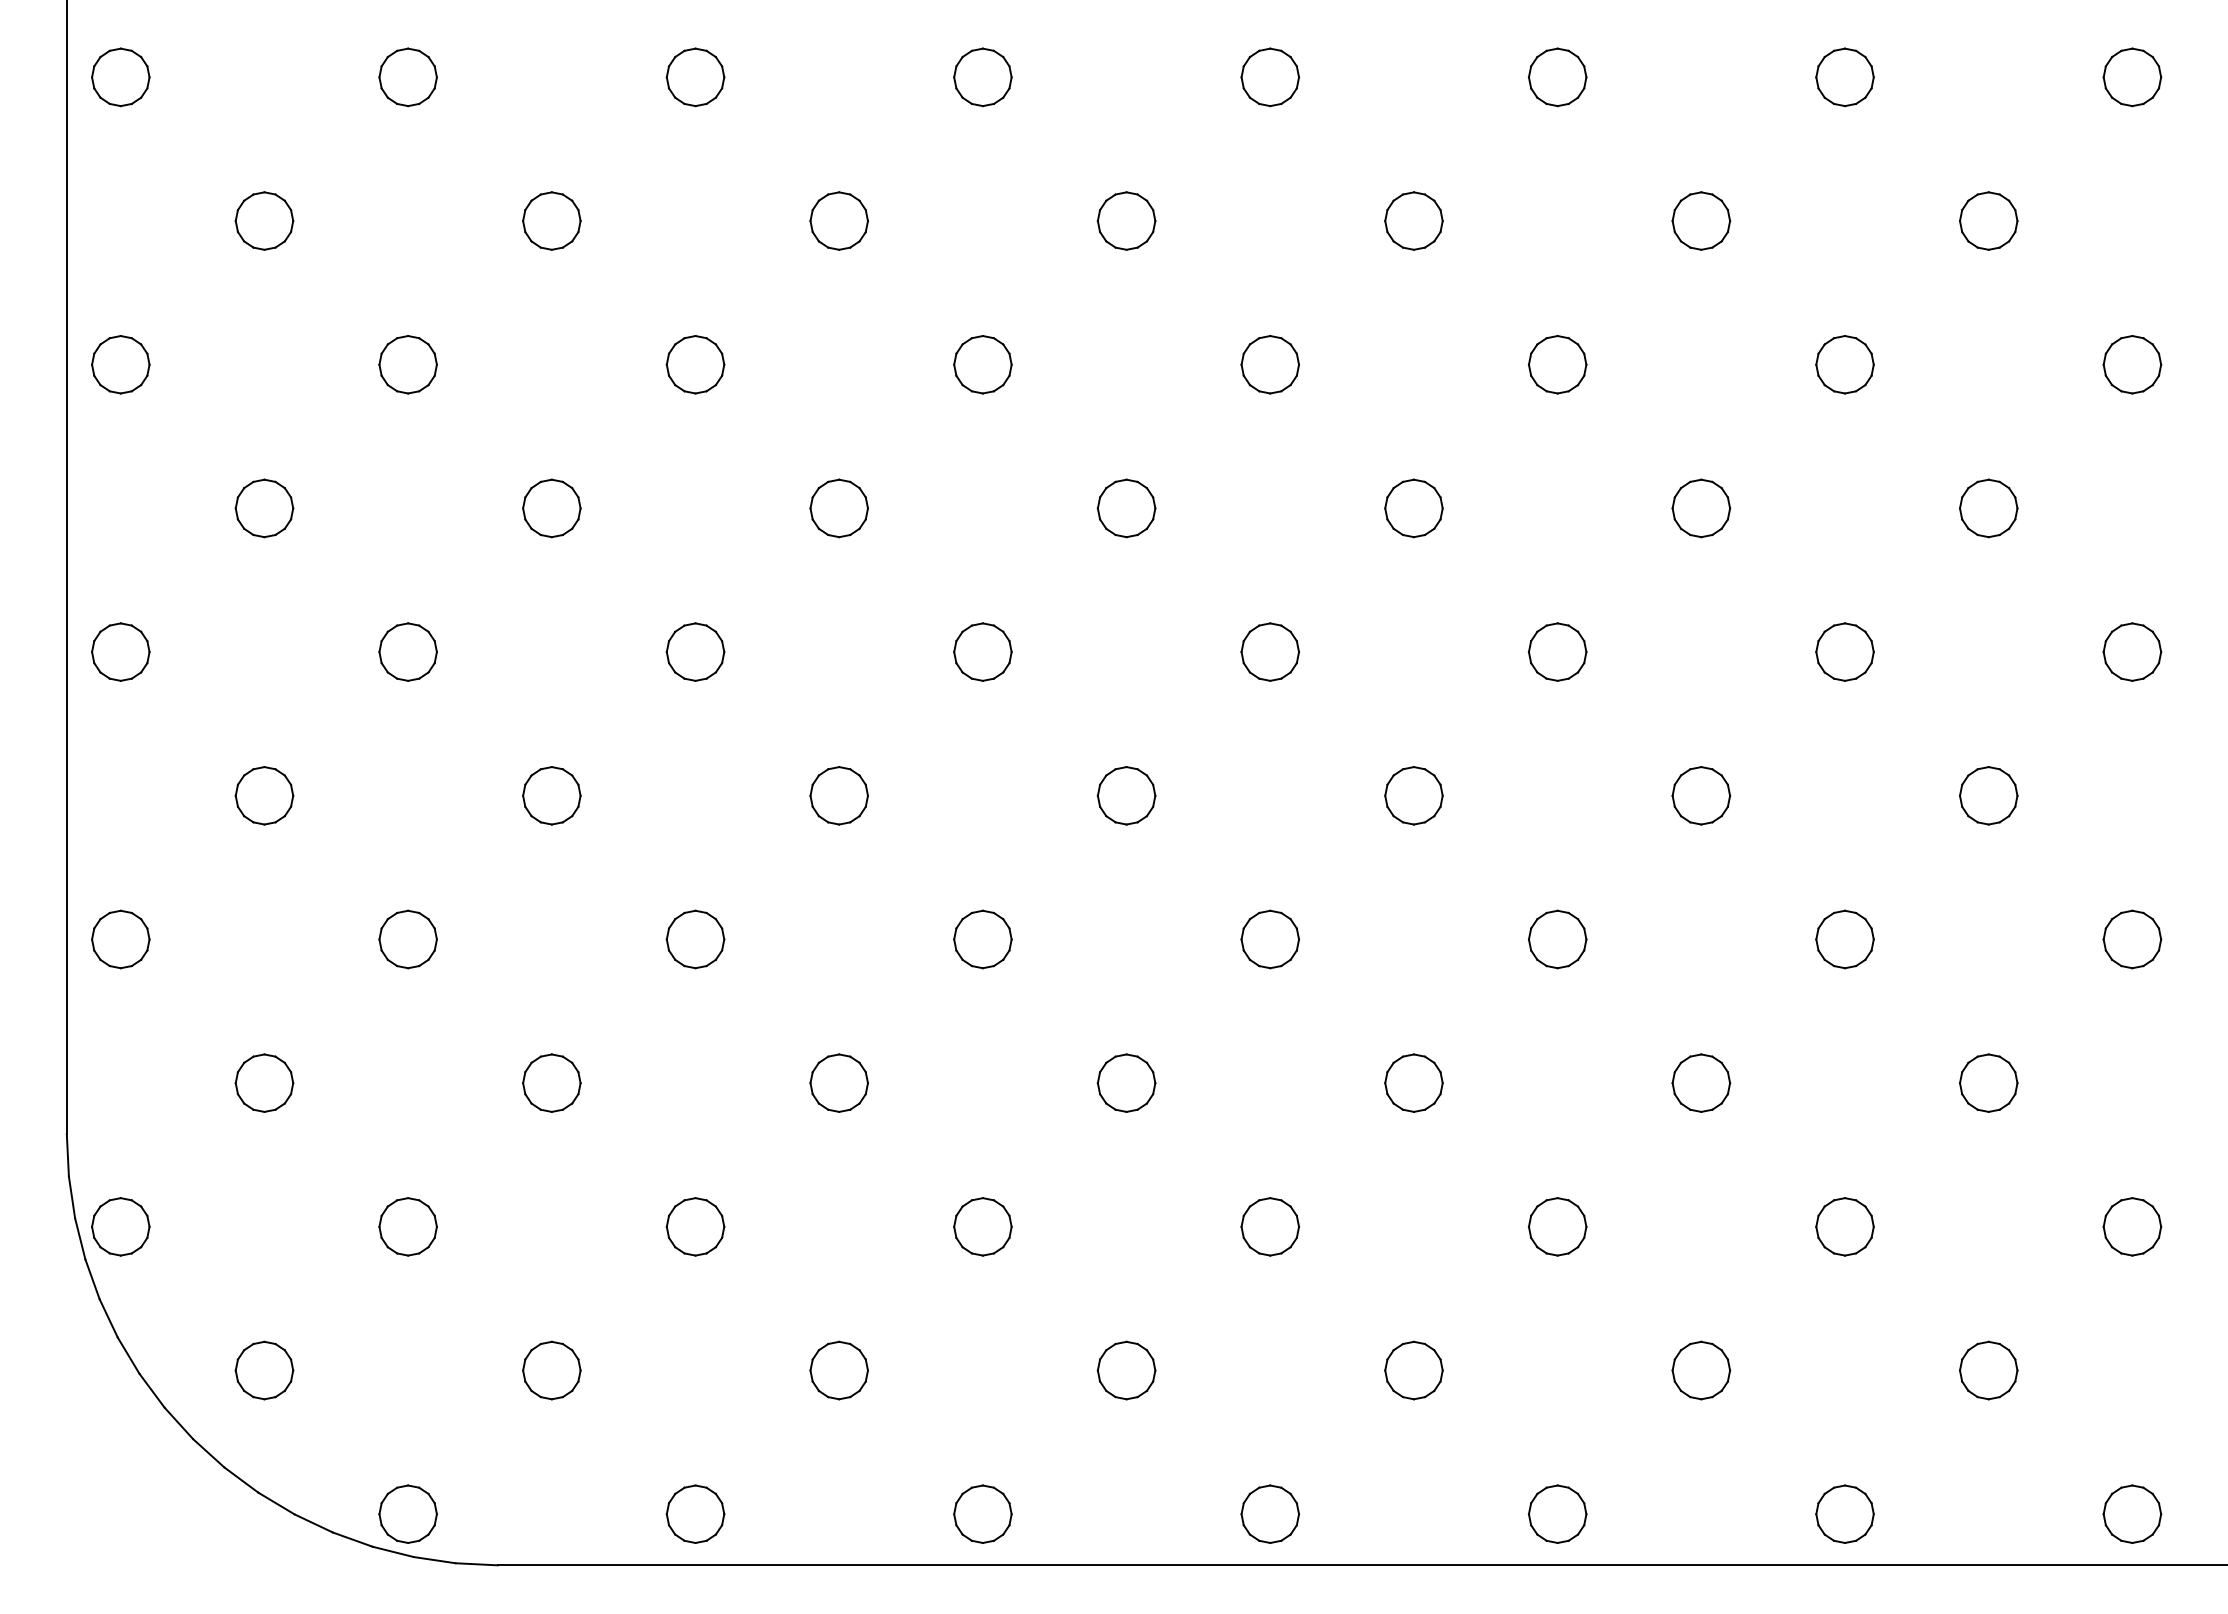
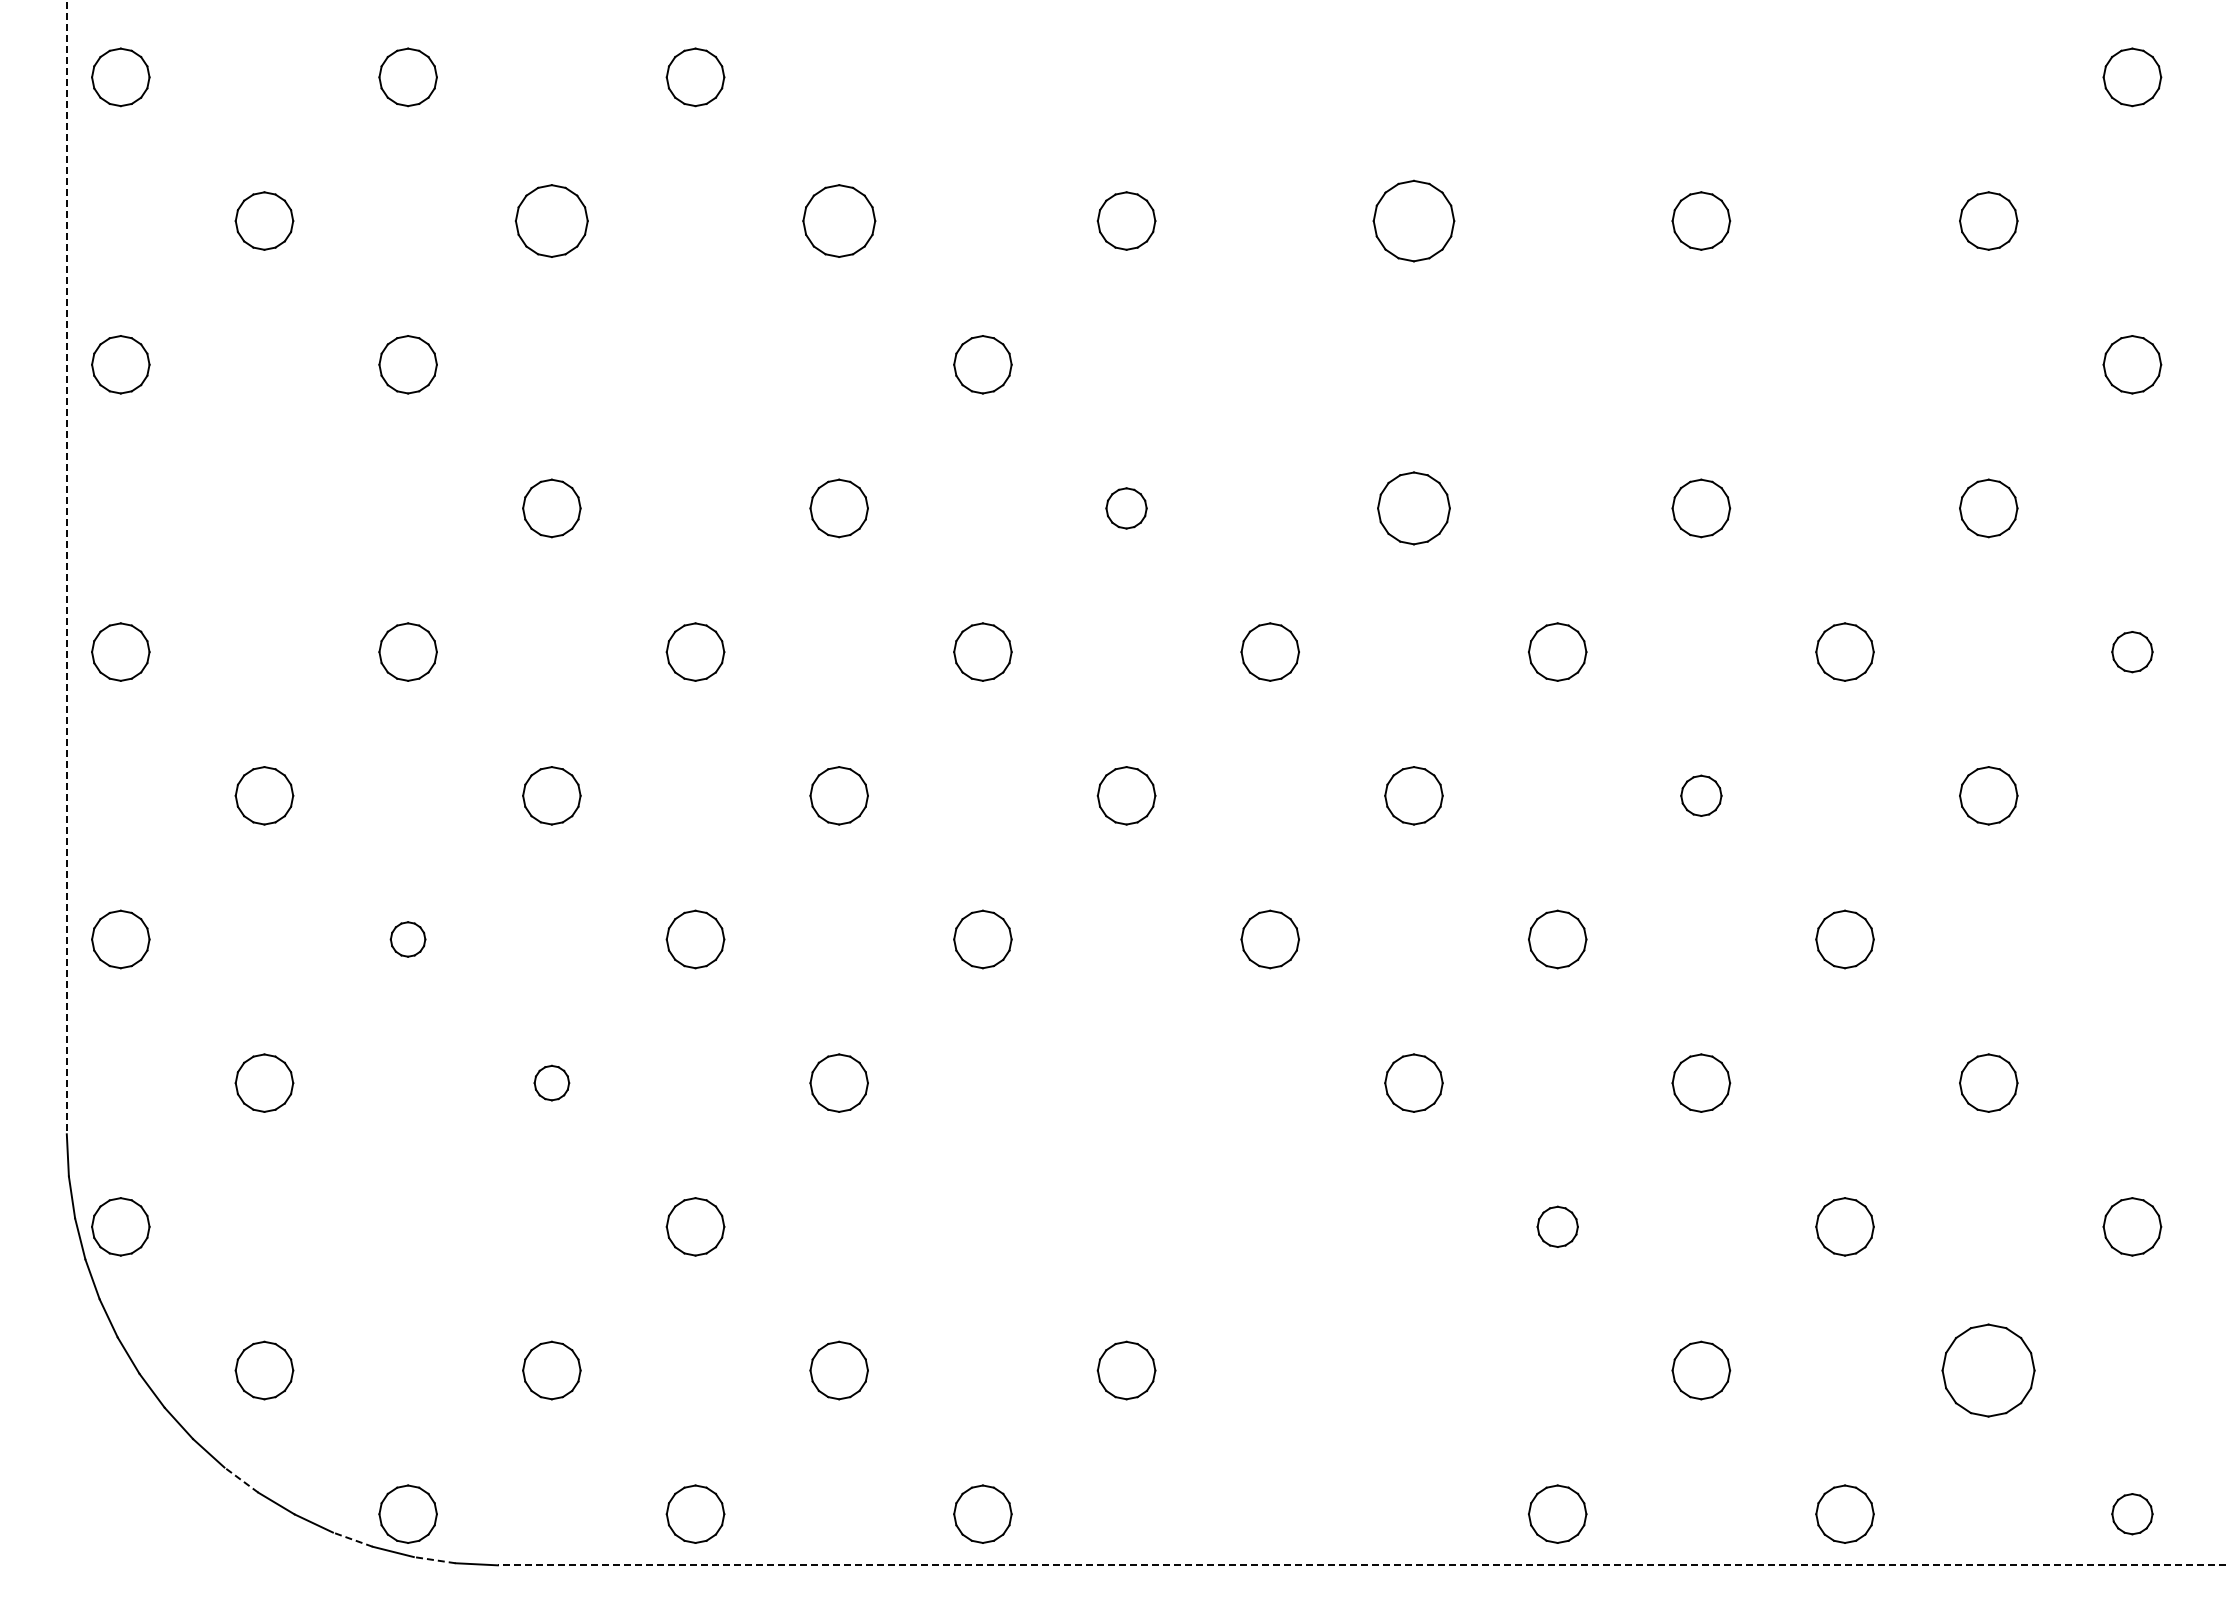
part at (982, 77): present -> none
part at (1269, 77): present -> none
part at (1557, 77): present -> none
part at (1844, 77): present -> none
part at (551, 220) size: 60x60 px -> 75x74 px
part at (838, 220) size: 60x60 px -> 75x74 px
part at (1413, 220) size: 60x60 px -> 84x84 px
part at (695, 364): present -> none
part at (1269, 364): present -> none
part at (1557, 364): present -> none
part at (1844, 364): present -> none
part at (264, 508): present -> none
part at (1126, 508) size: 61x61 px -> 43x43 px
part at (1413, 508) size: 60x61 px -> 74x75 px
line at (66, 567): solid -> dashed
part at (2132, 651) size: 61x60 px -> 43x43 px
part at (1701, 795) size: 61x60 px -> 43x43 px
part at (407, 939) size: 60x61 px -> 38x37 px
part at (2132, 939): present -> none
part at (551, 1082) size: 60x60 px -> 38x38 px
part at (1126, 1082): present -> none
part at (407, 1226): present -> none
part at (982, 1226): present -> none
part at (1269, 1226): present -> none
part at (1557, 1226) size: 60x60 px -> 43x43 px
part at (1413, 1370): present -> none
part at (1988, 1370) size: 60x61 px -> 95x95 px
line at (241, 1479): solid -> dashed
part at (1269, 1513): present -> none
part at (2132, 1513) size: 61x60 px -> 43x43 px
line at (352, 1539): solid -> dashed
line at (434, 1560): solid -> dashed
line at (1362, 1565): solid -> dashed
